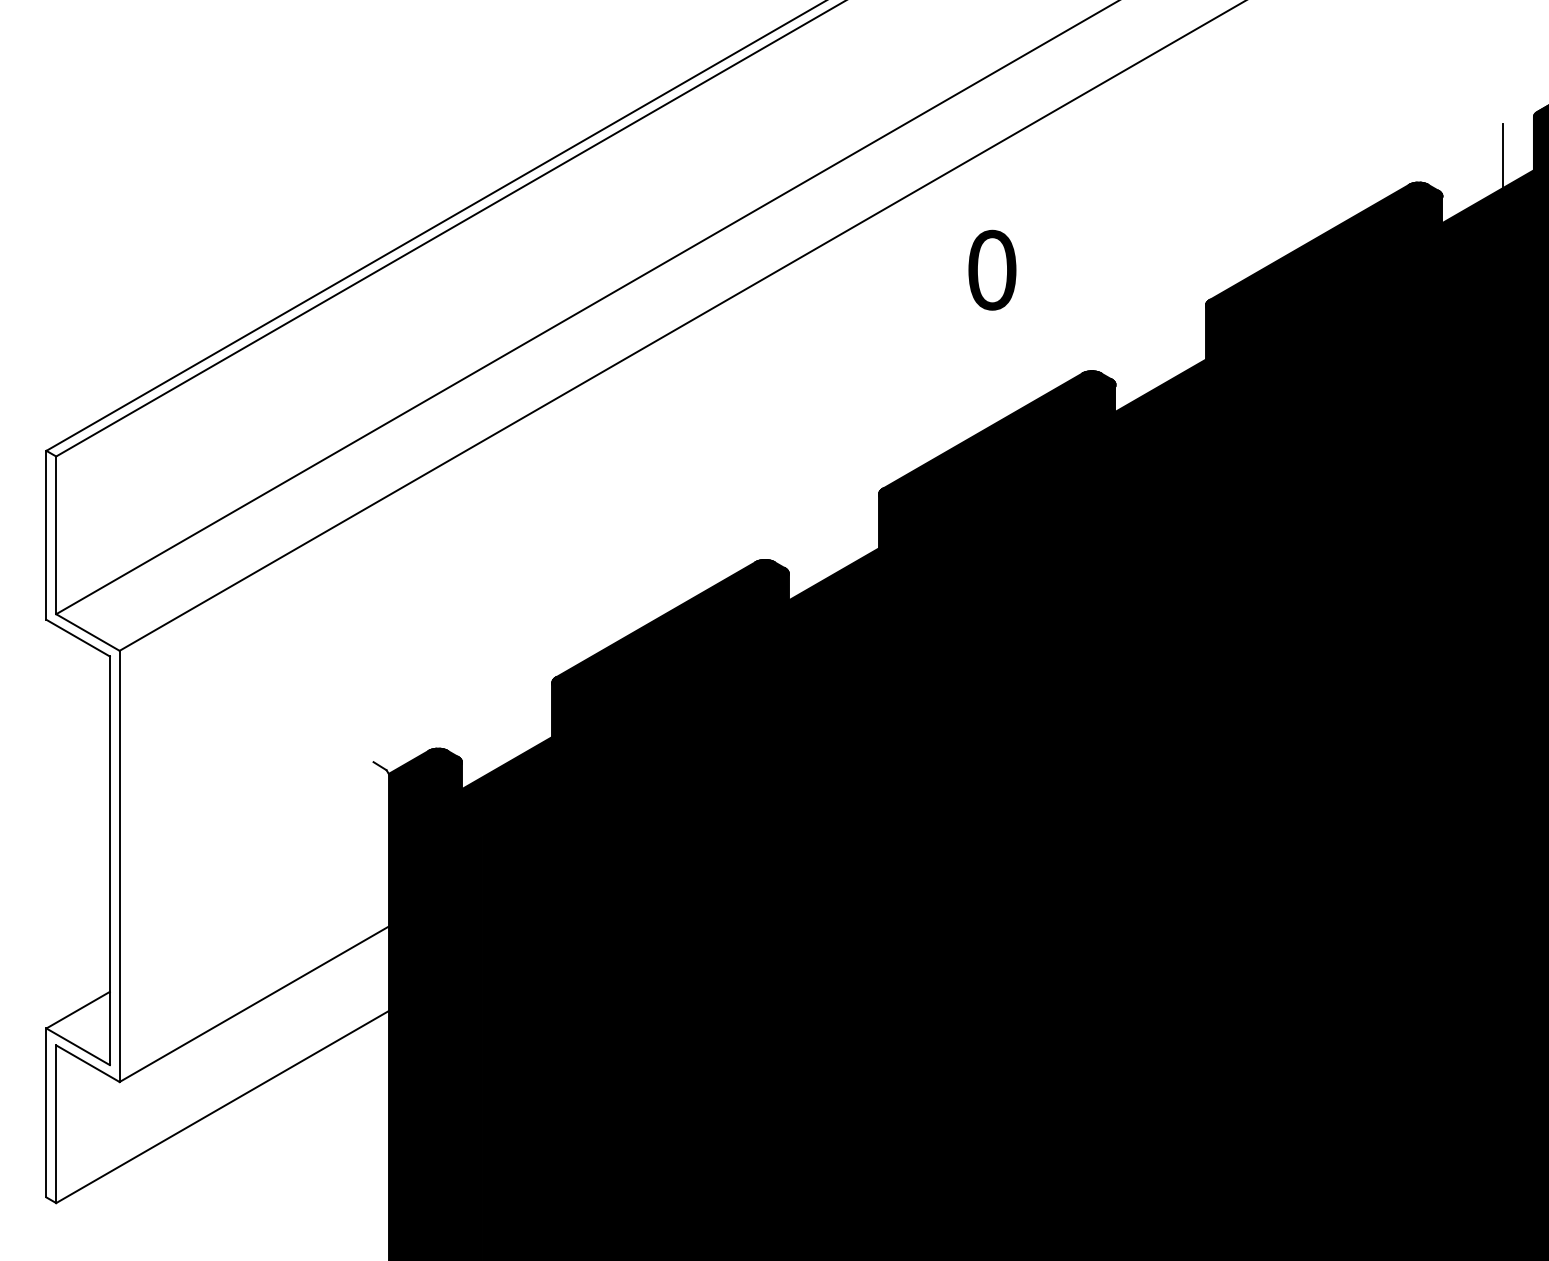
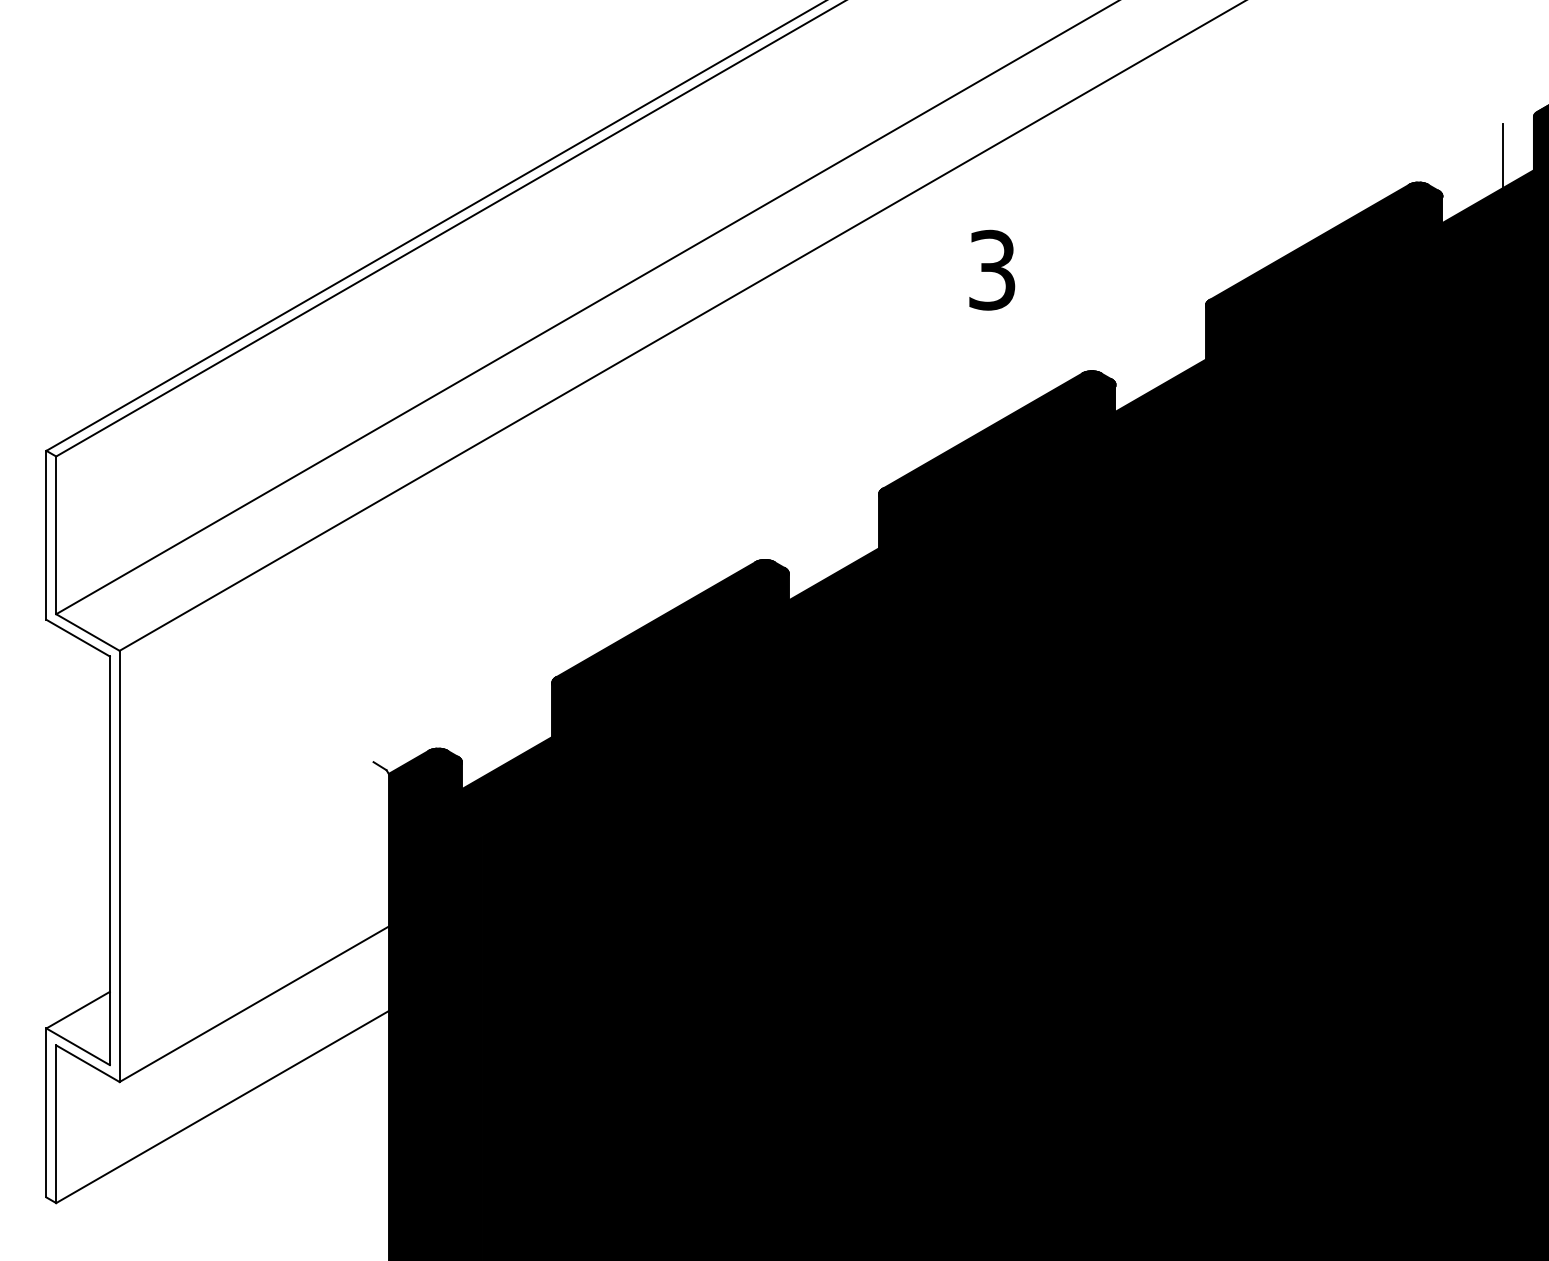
text at (992, 269): 0 -> 3
